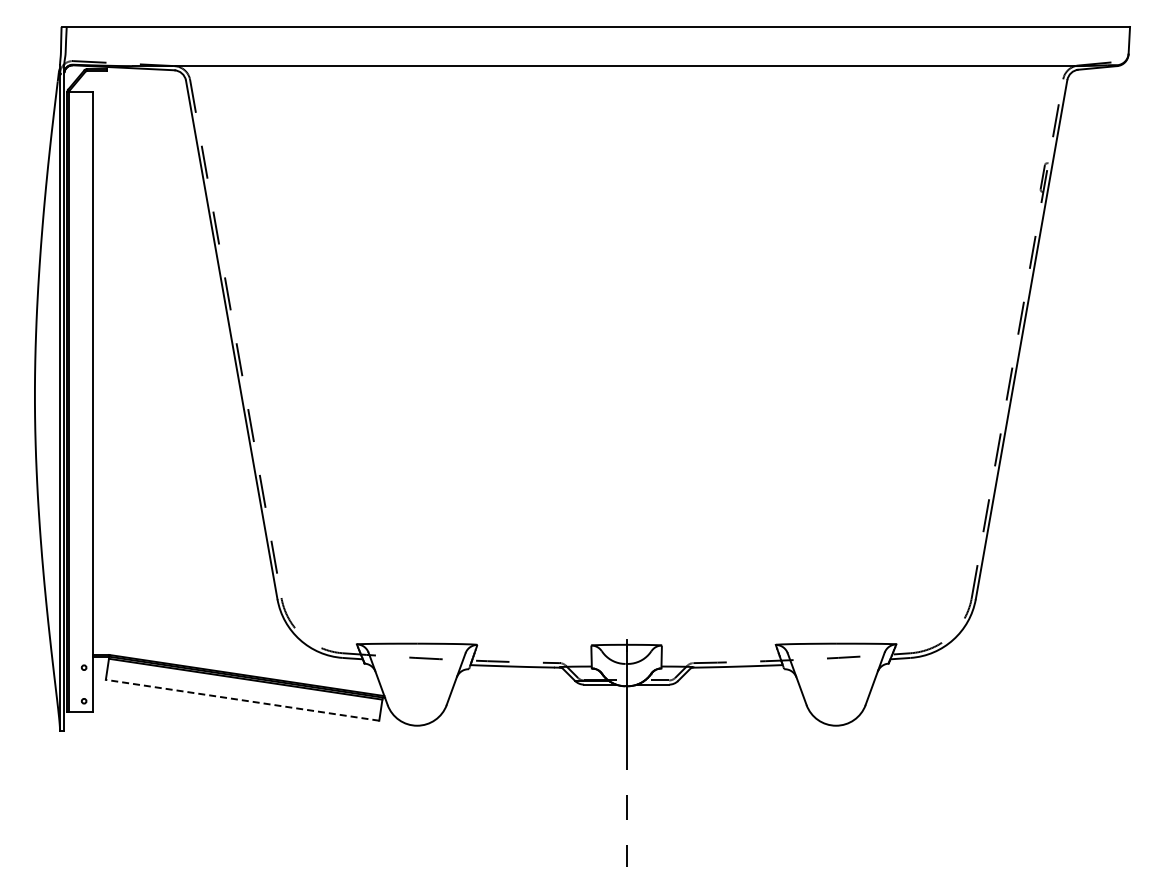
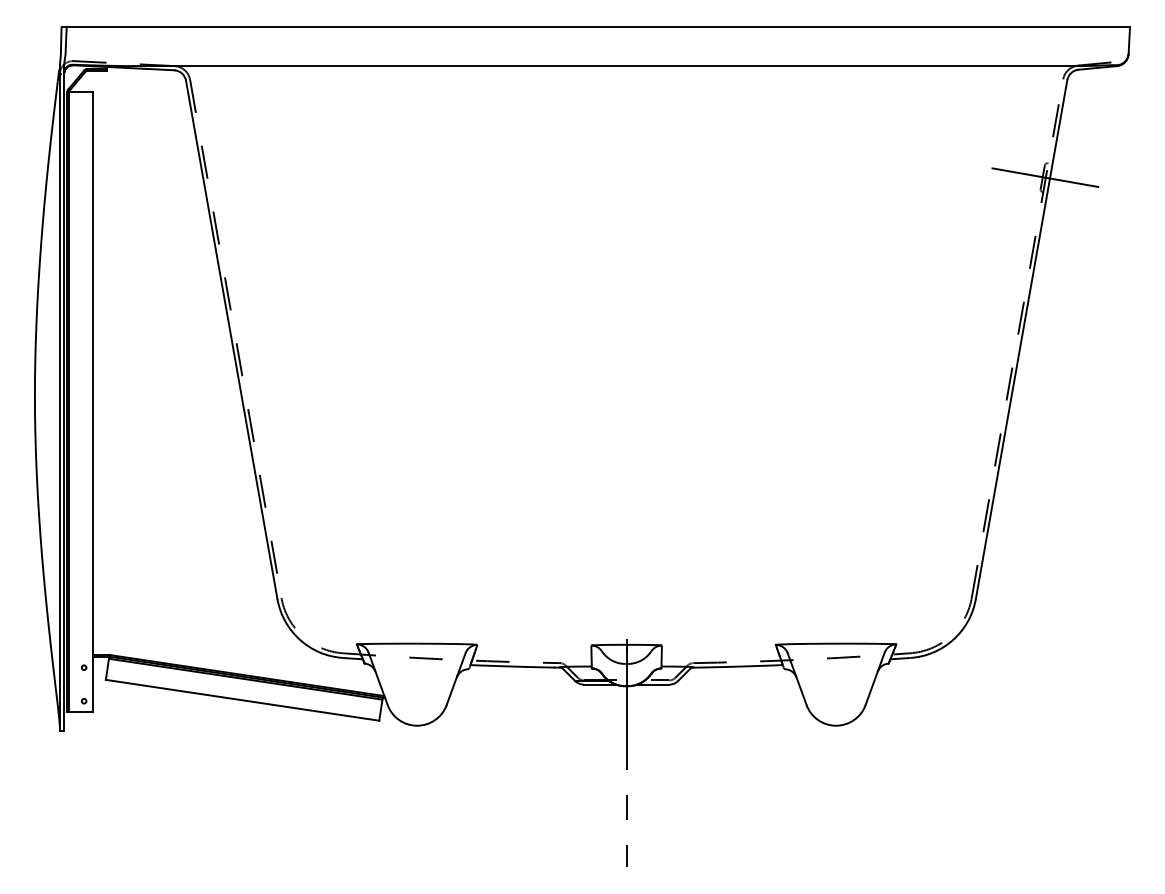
line at (1045, 177): none -> present
line at (242, 700): dashed -> solid
